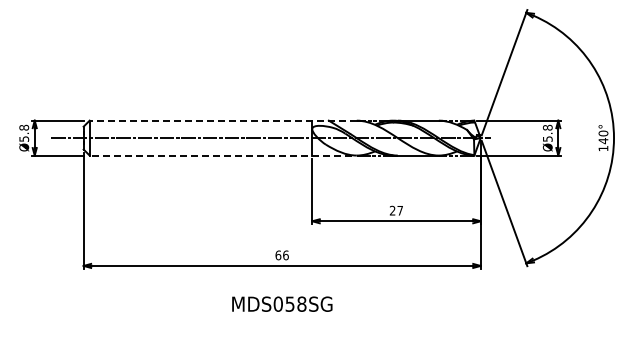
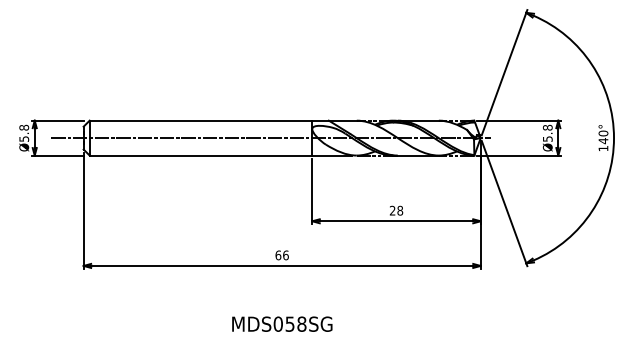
line at (223, 120): dashed -> solid
line at (220, 155): dashed -> solid
text at (400, 210): 27 -> 28
text at (282, 303) position: (282, 303) -> (282, 323)
